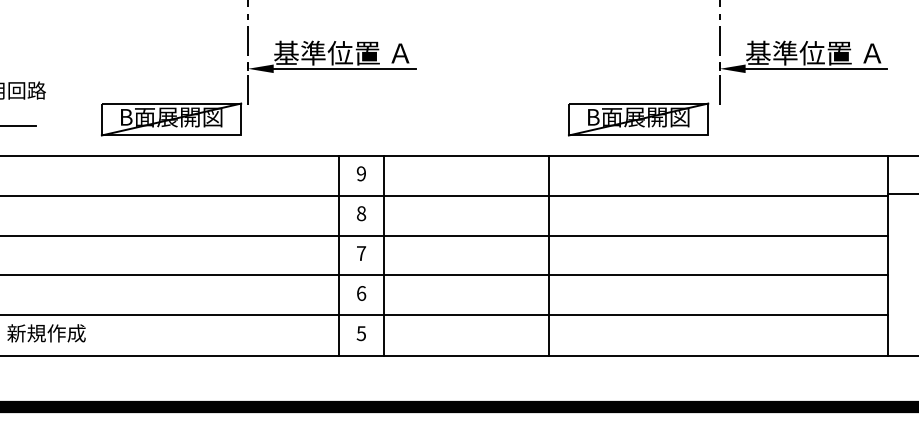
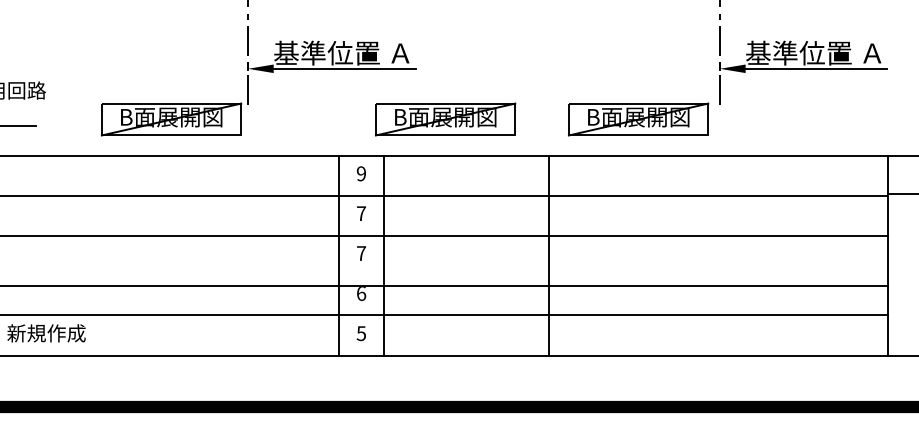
part at (445, 119): none -> present
text at (361, 213): 8 -> 7
line at (444, 275) position: (444, 275) -> (444, 286)
